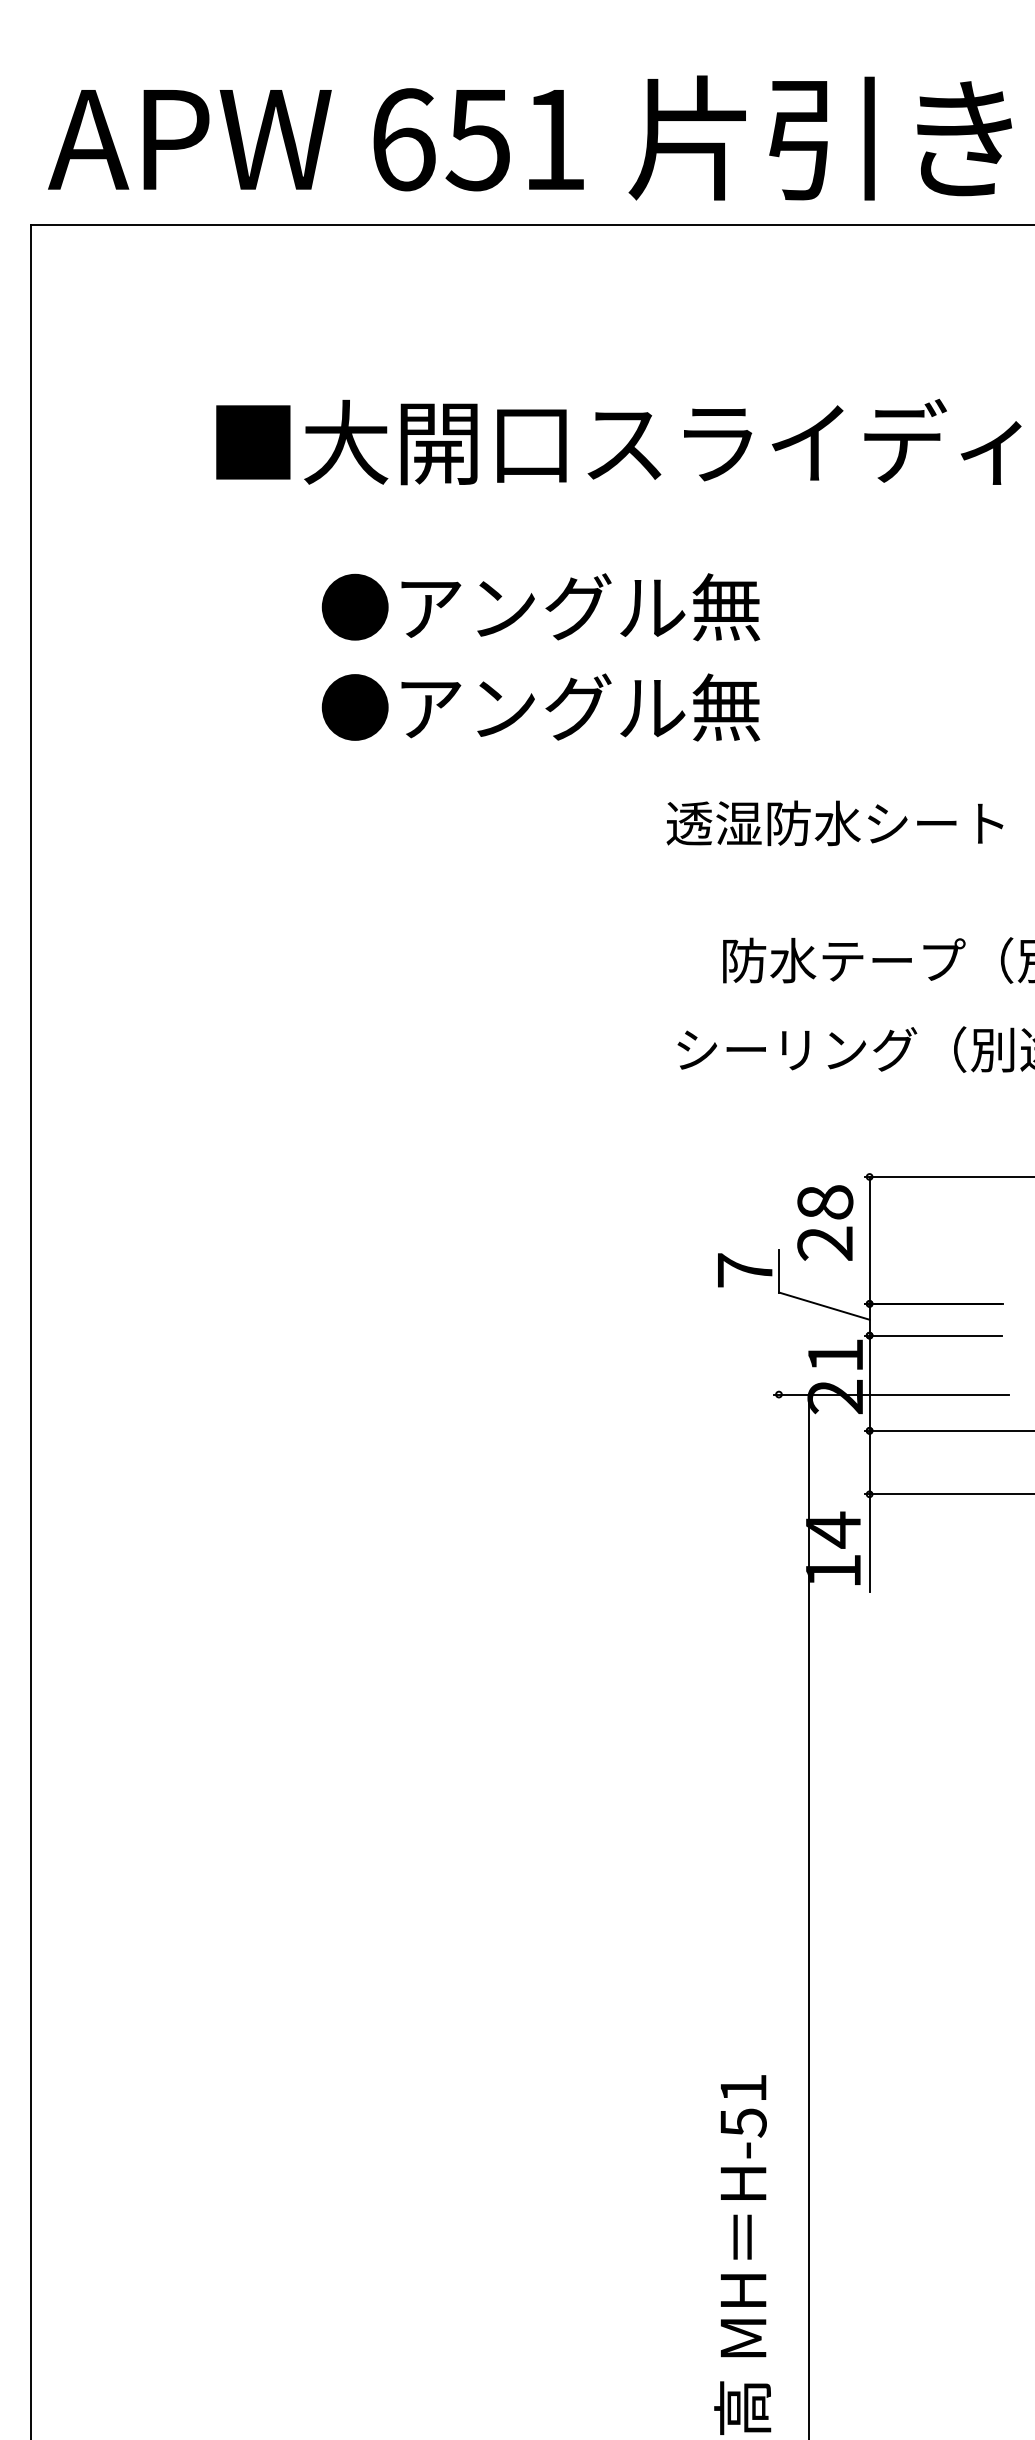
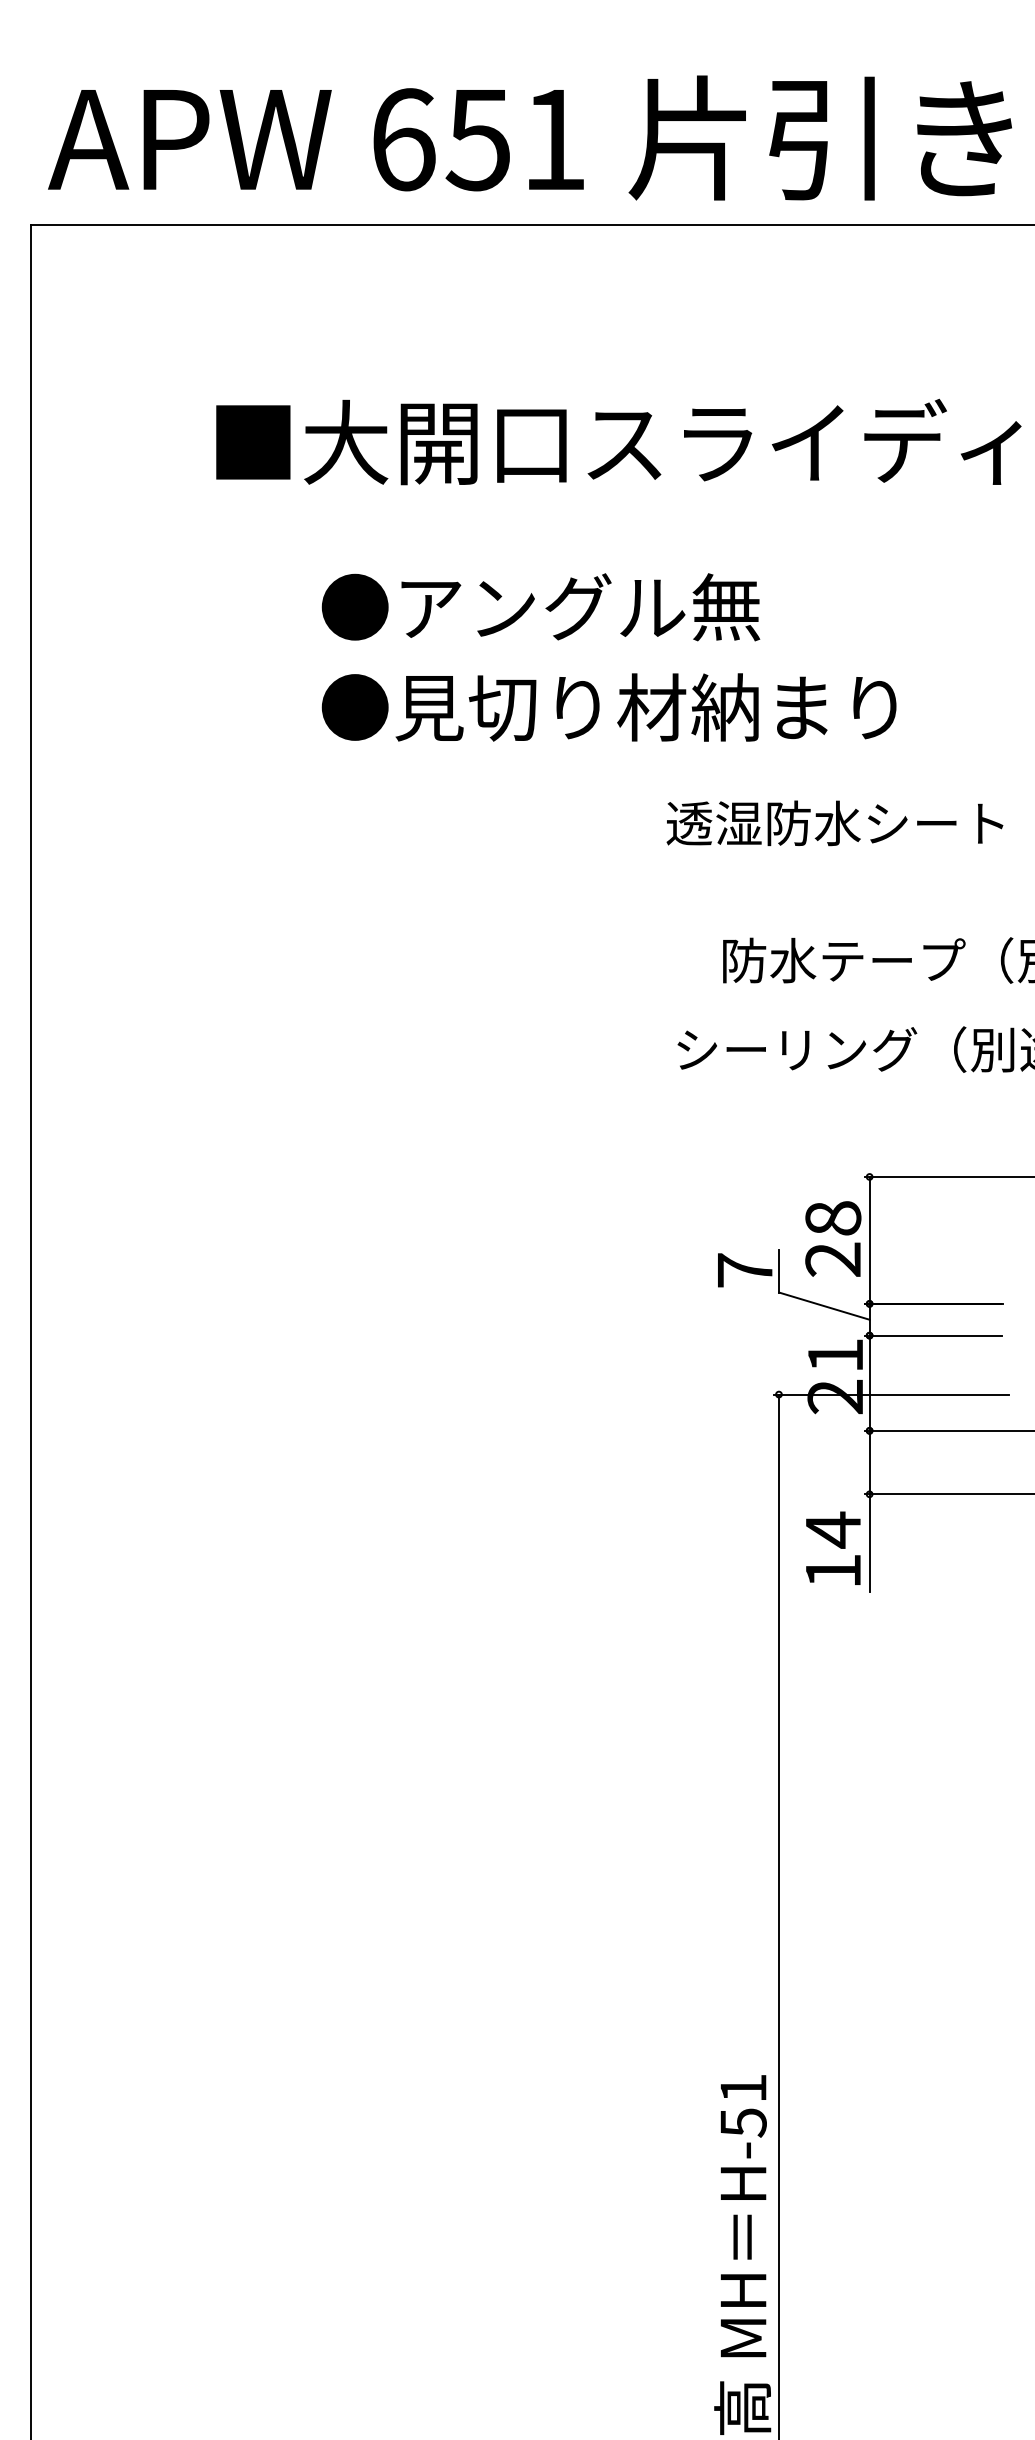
text at (645, 707): ●アングル無 -> ●見切り材納まり
text at (825, 1222) position: (825, 1222) -> (833, 1238)
line at (808, 1915) position: (808, 1915) -> (778, 1915)
